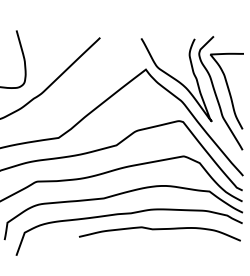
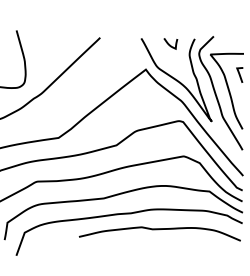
curve at (169, 43): none -> present
curve at (239, 74): none -> present
